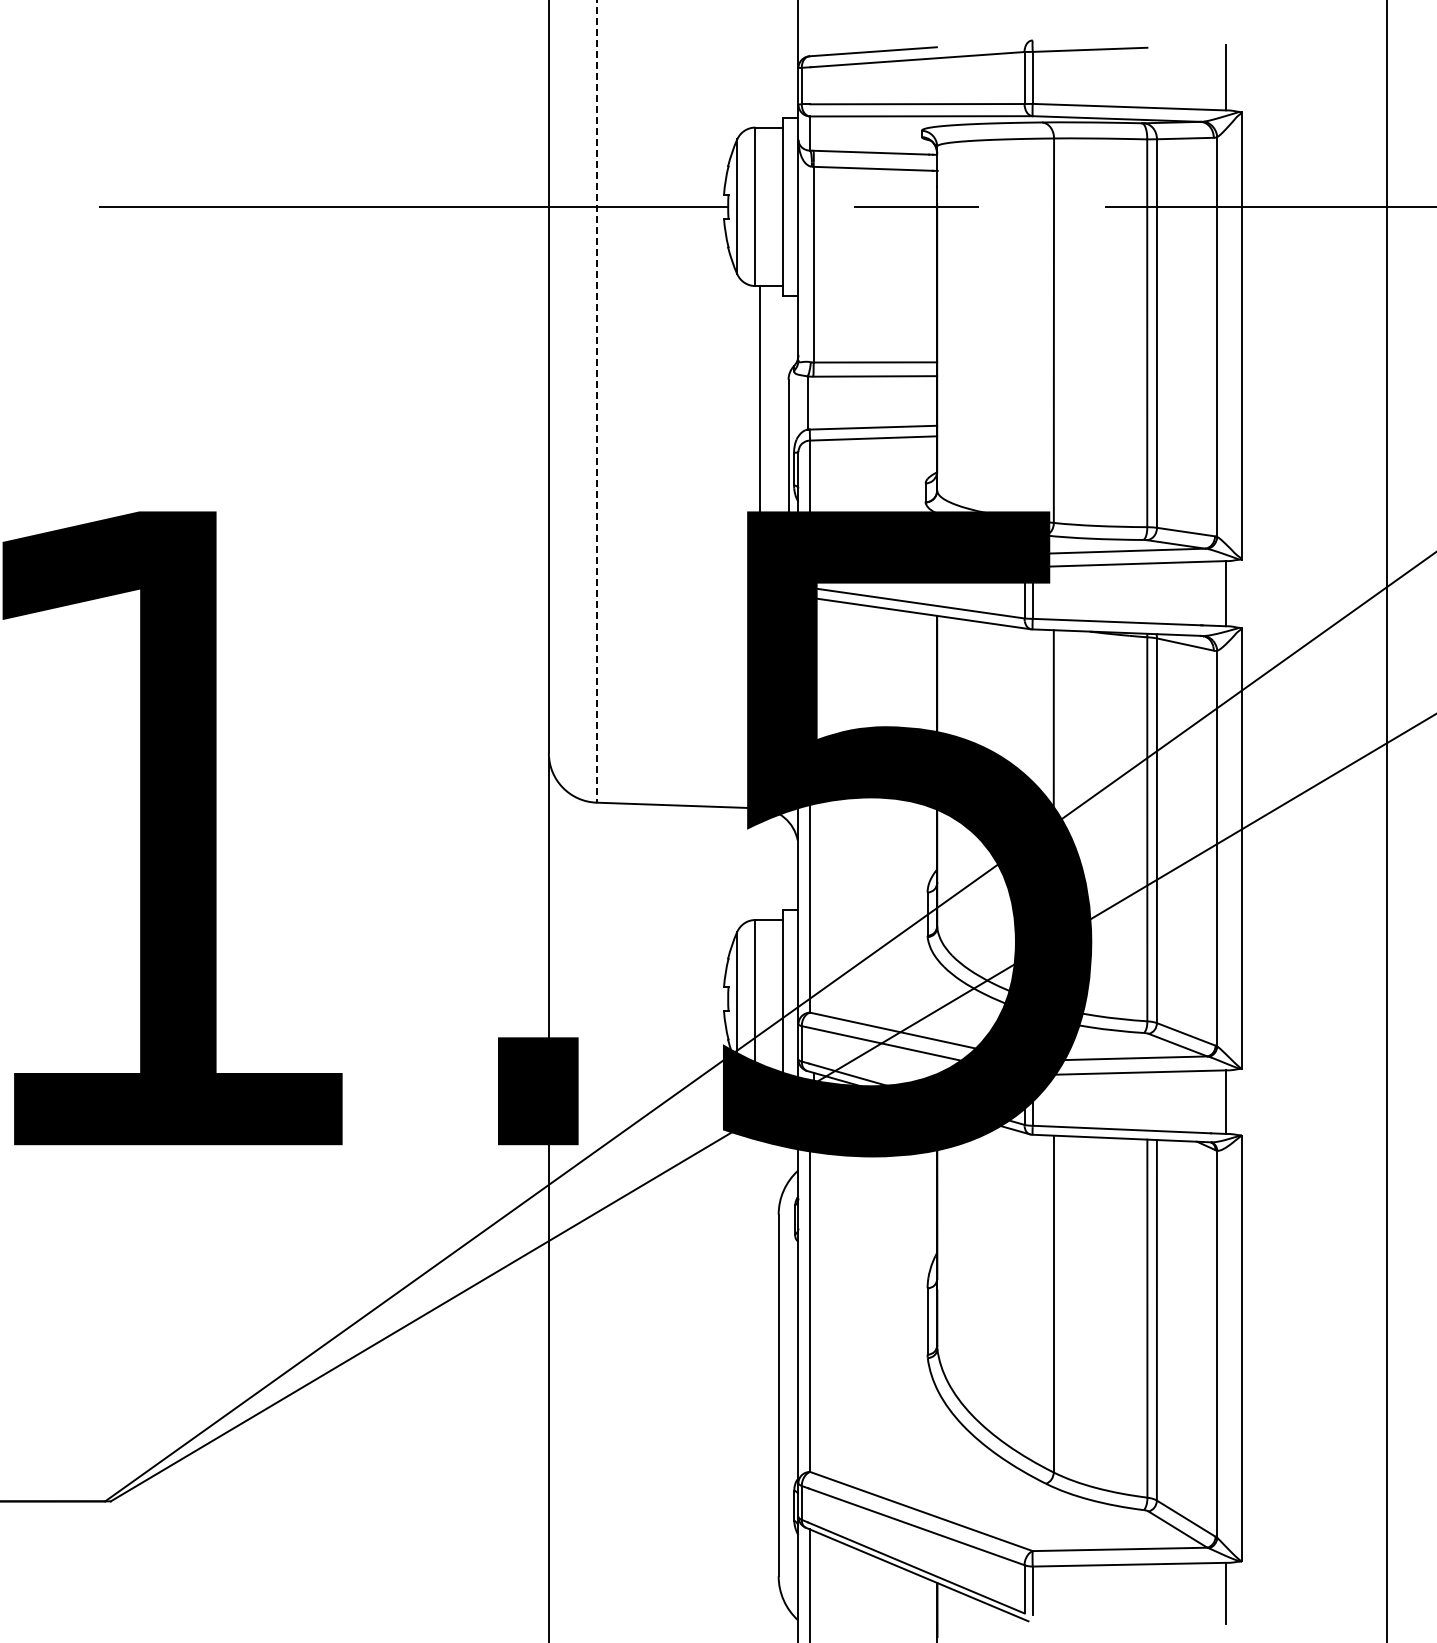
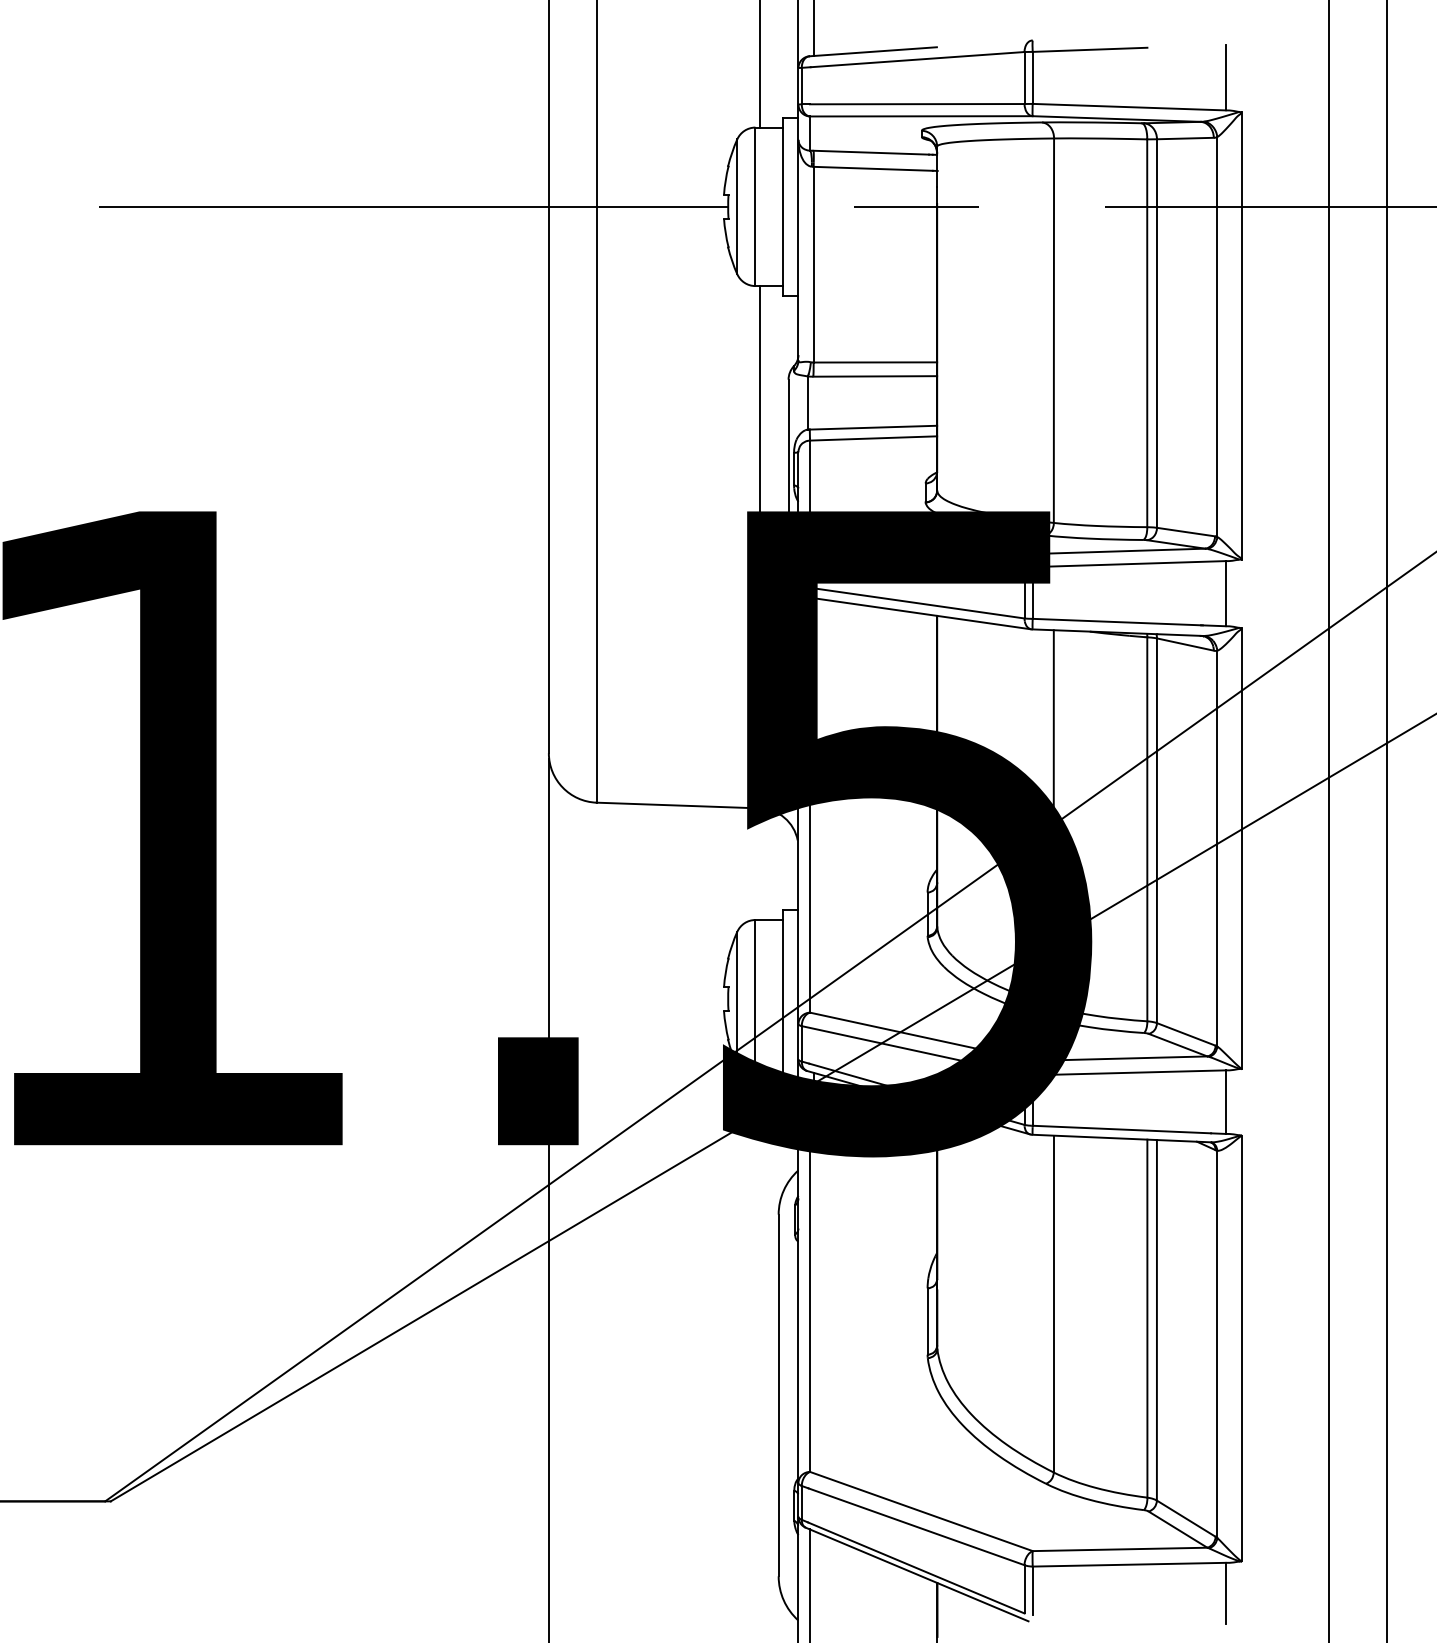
line at (813, 29): none -> present
line at (760, 64): none -> present
line at (596, 401): dashed -> solid
line at (1329, 820): none -> present
